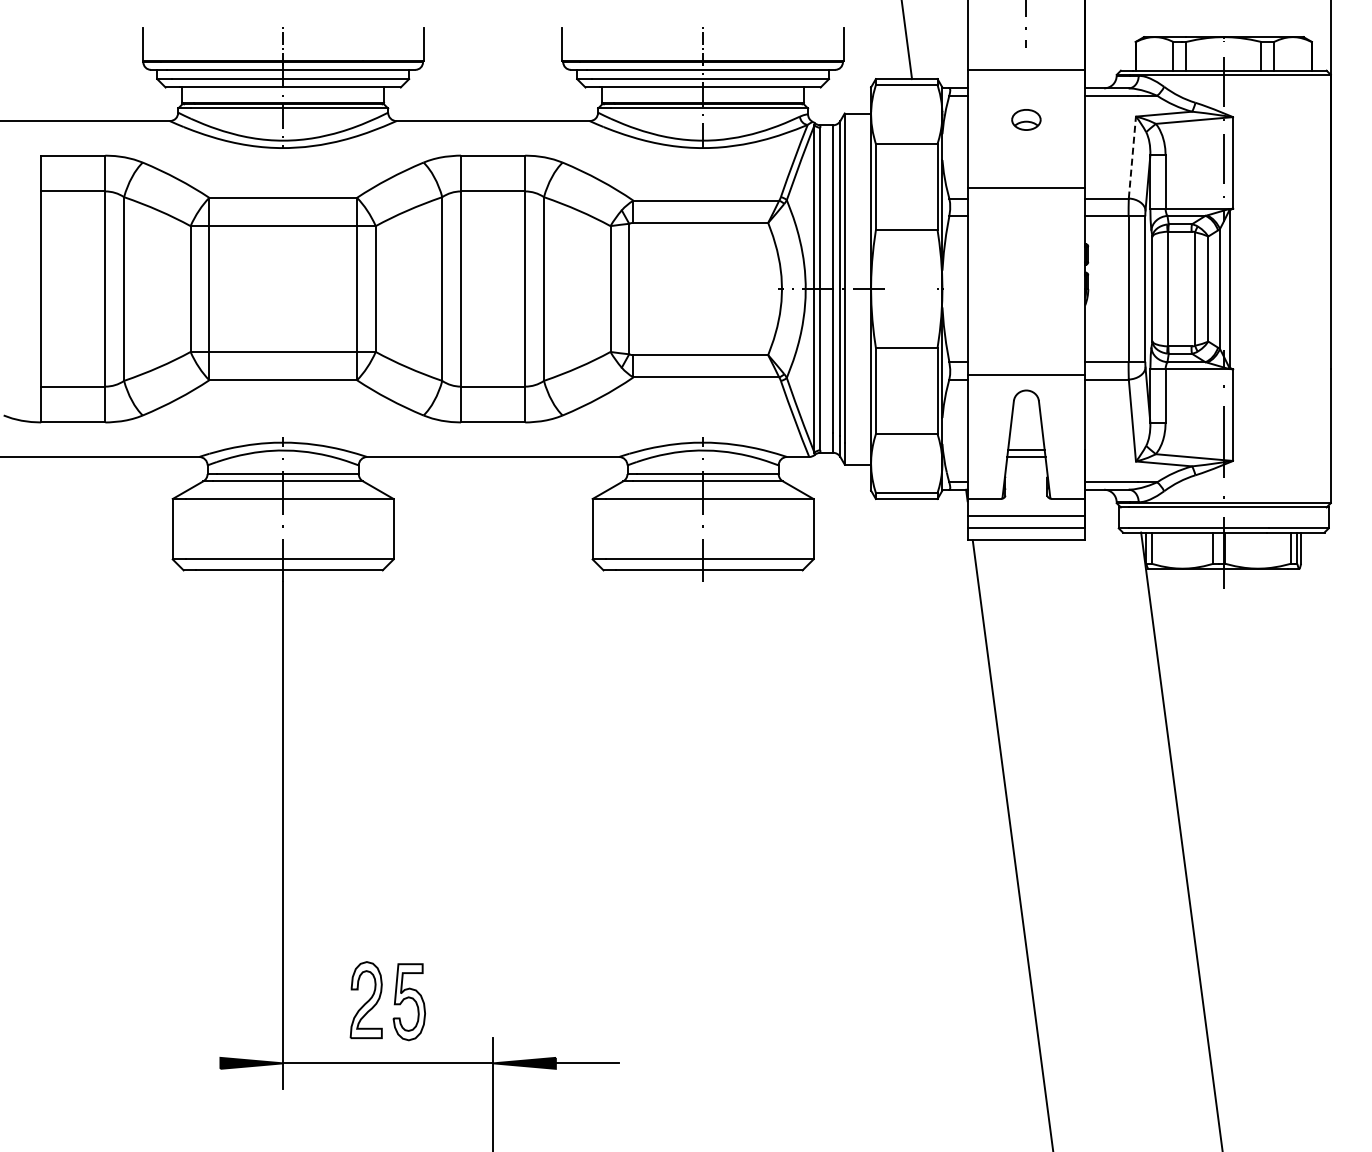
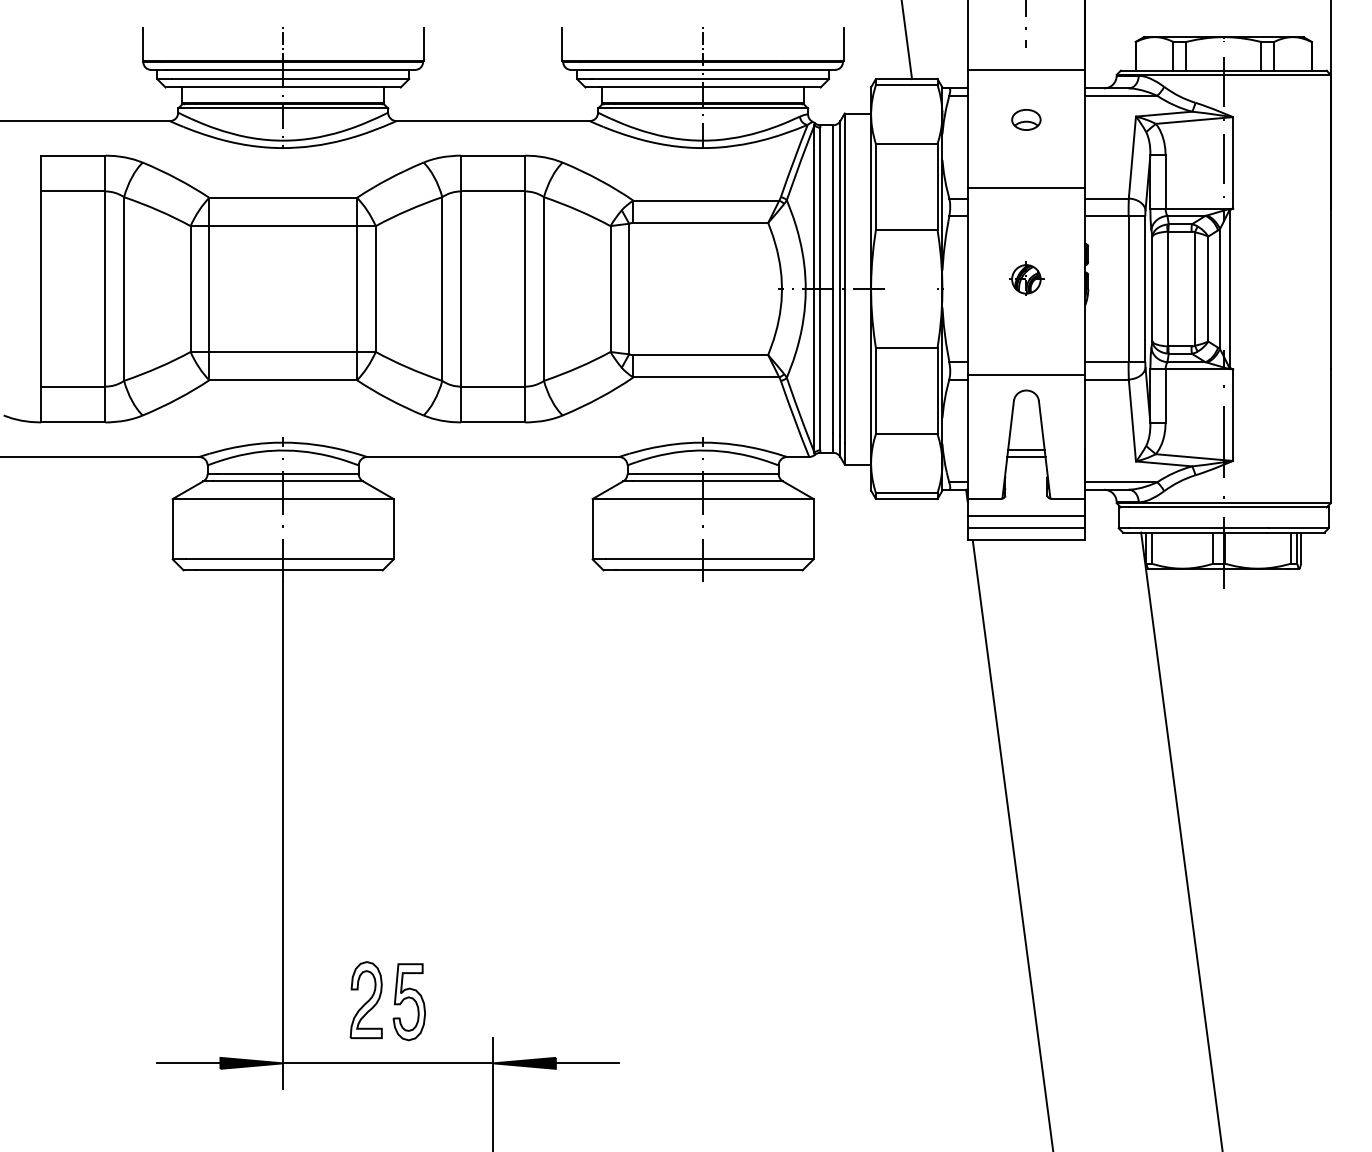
line at (1132, 157): dashed -> solid
part at (1026, 278): none -> present
line at (188, 1063): none -> present
